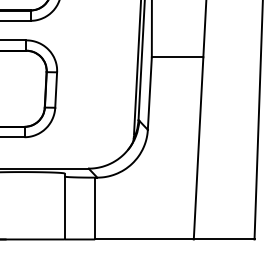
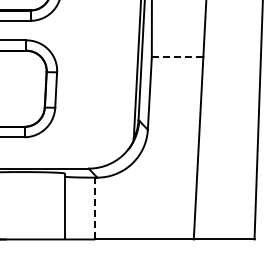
line at (177, 57): solid -> dashed
line at (95, 208): solid -> dashed
